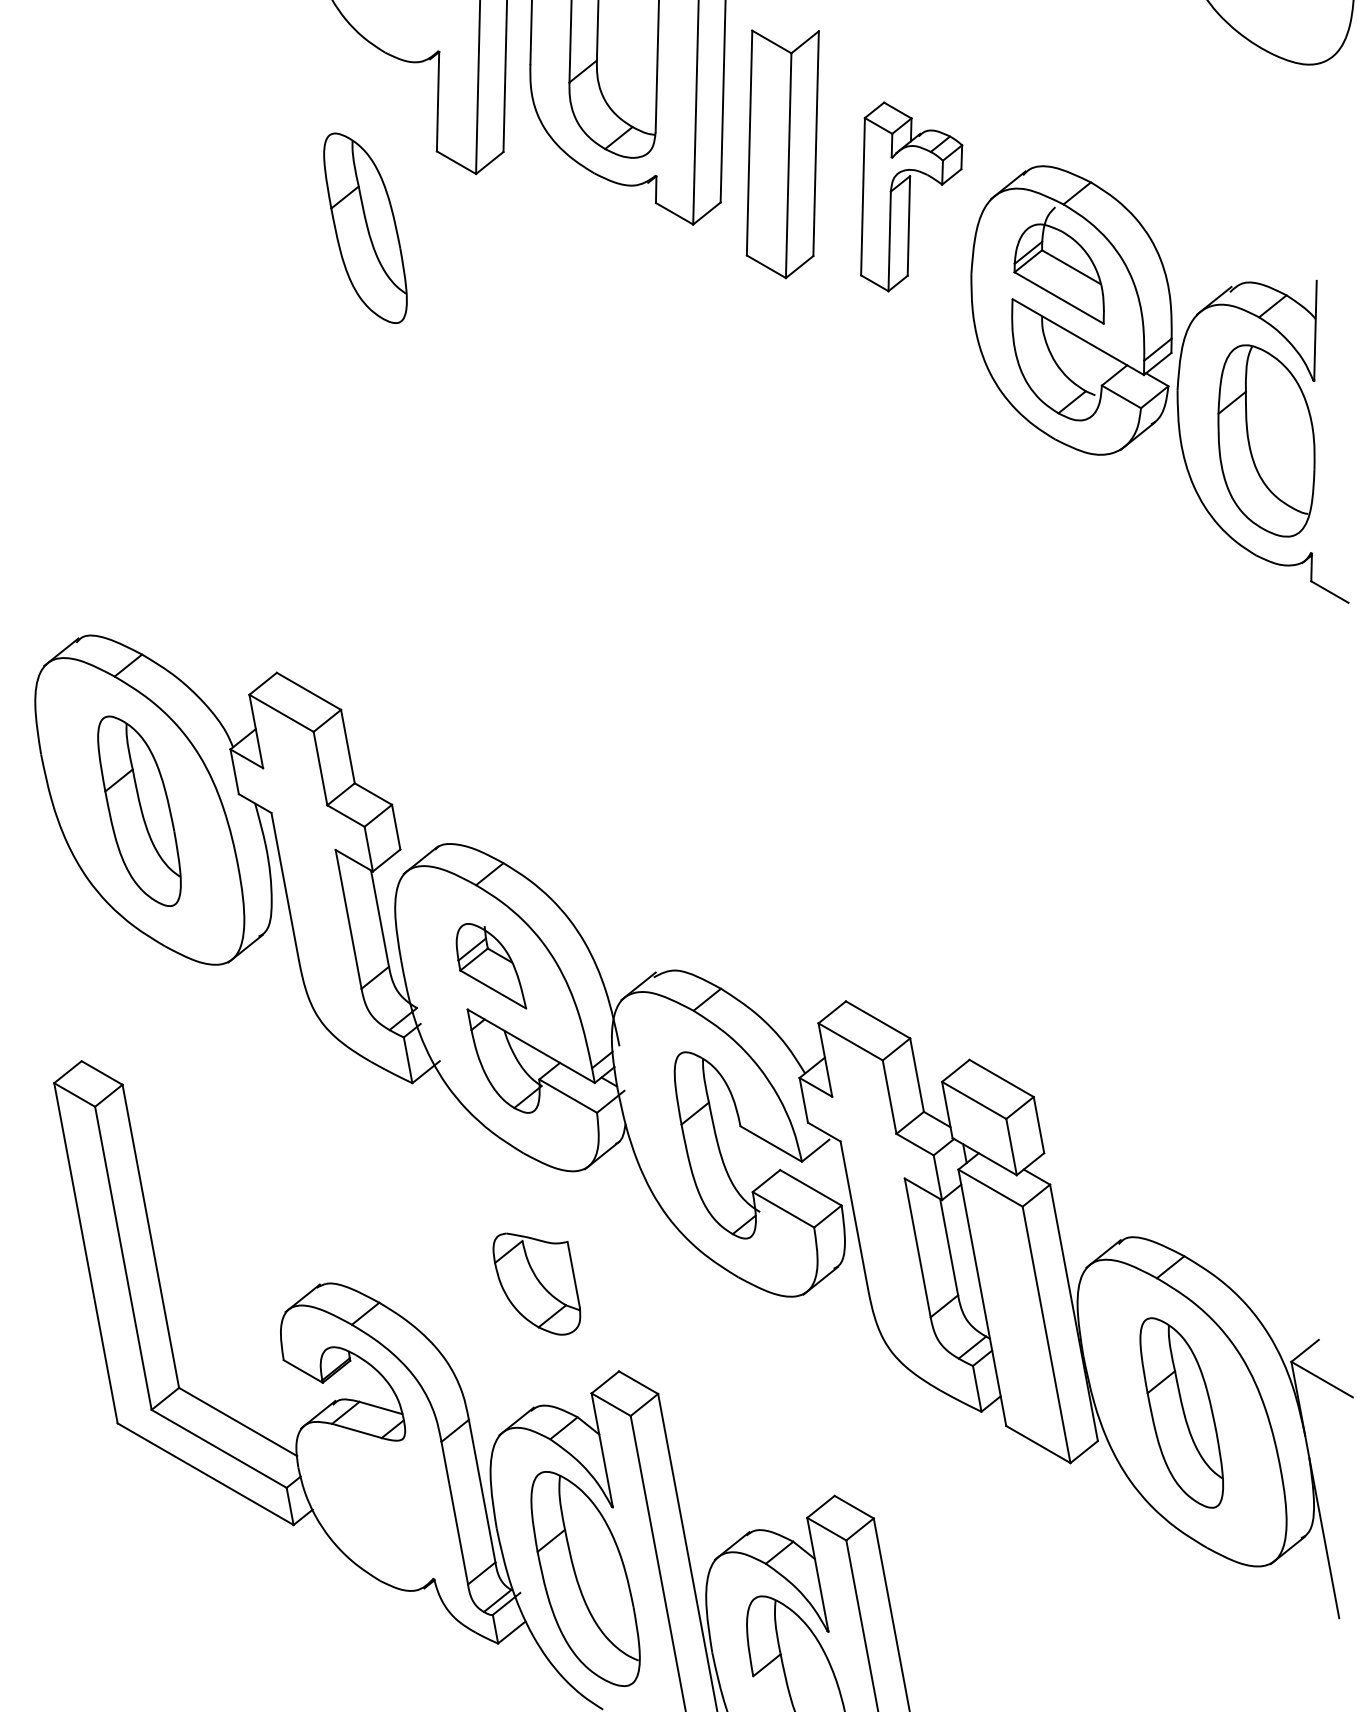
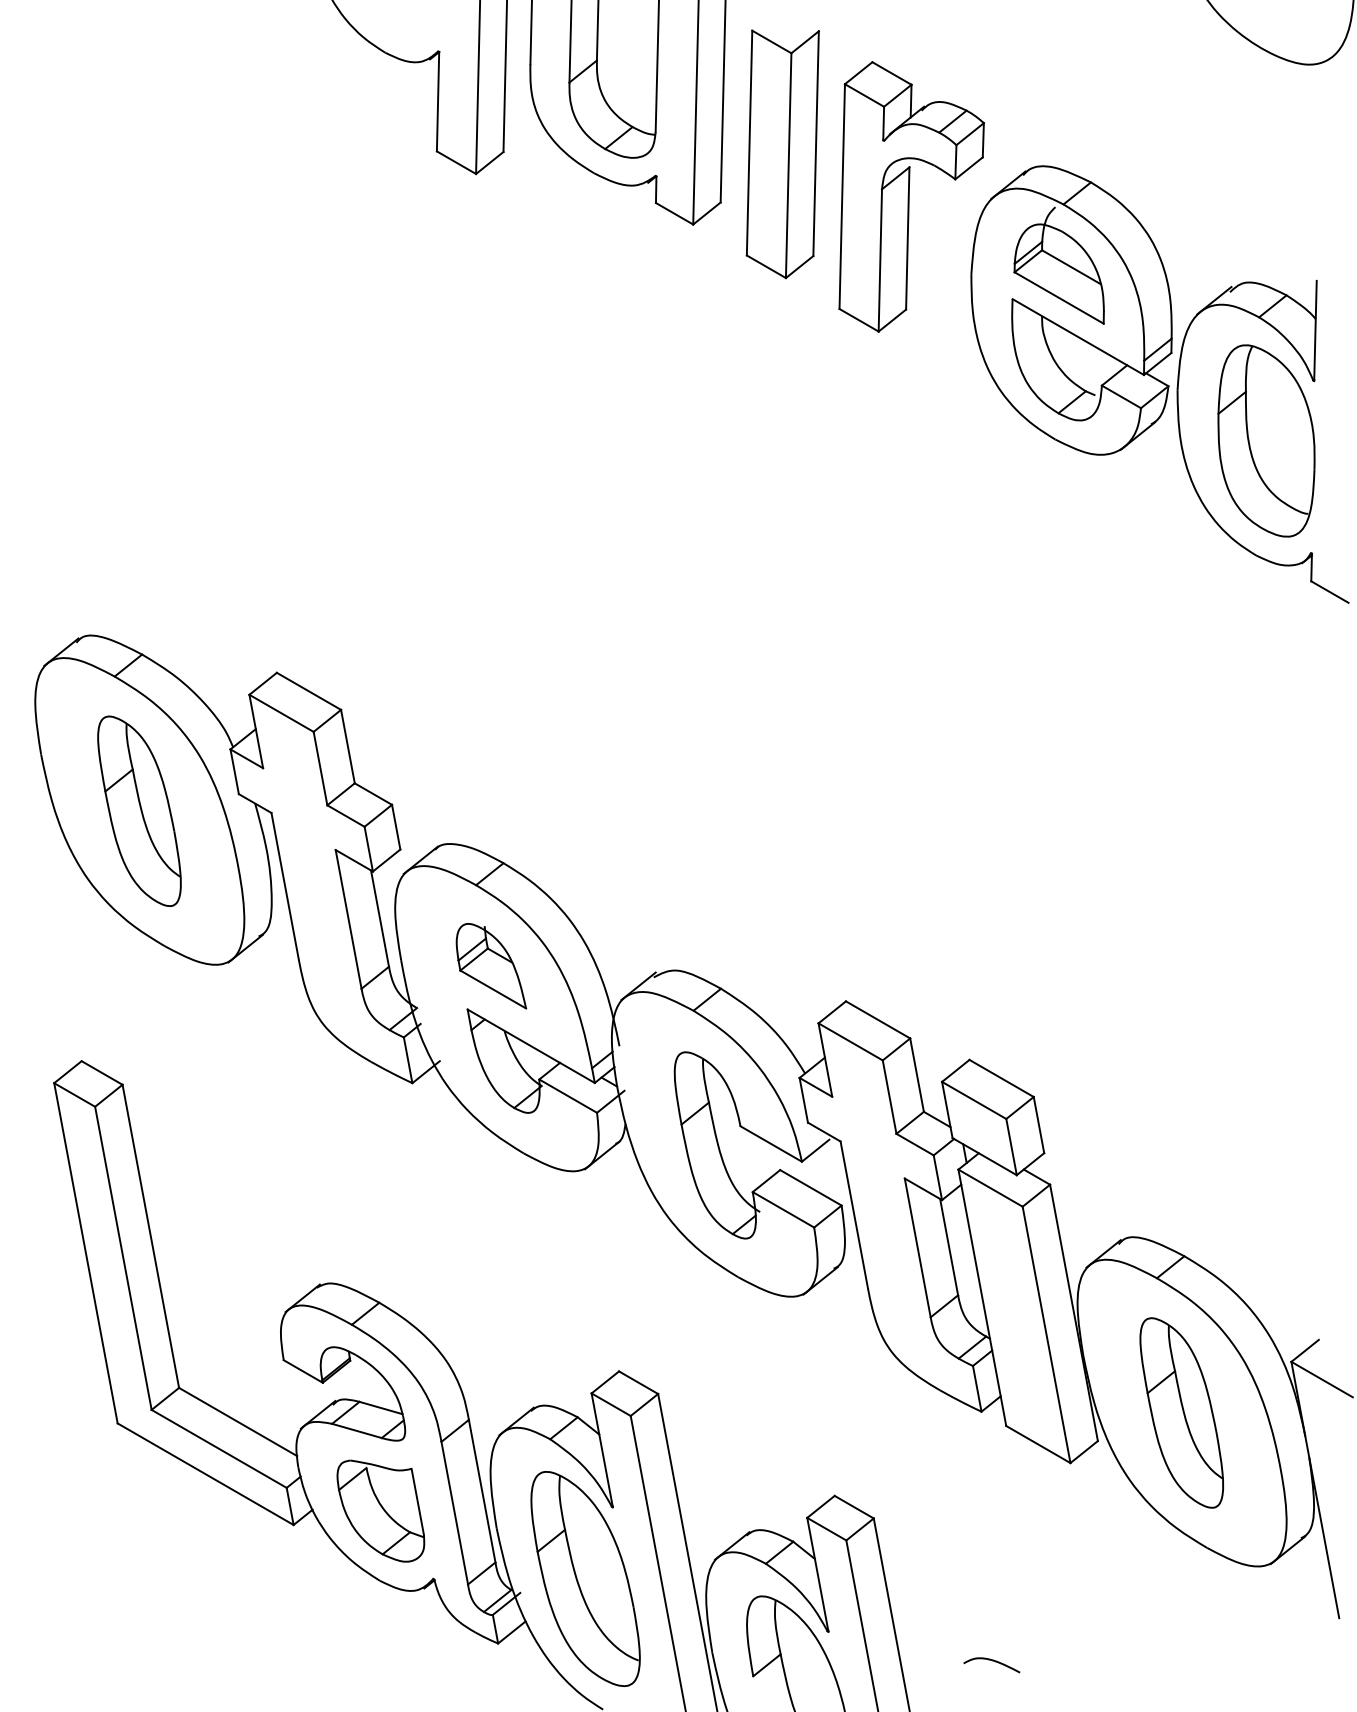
part at (911, 196) size: 104x192 px -> 147x272 px
part at (365, 227): present -> none
part at (536, 1283) position: (536, 1283) -> (380, 1510)
curve at (992, 1661): none -> present
